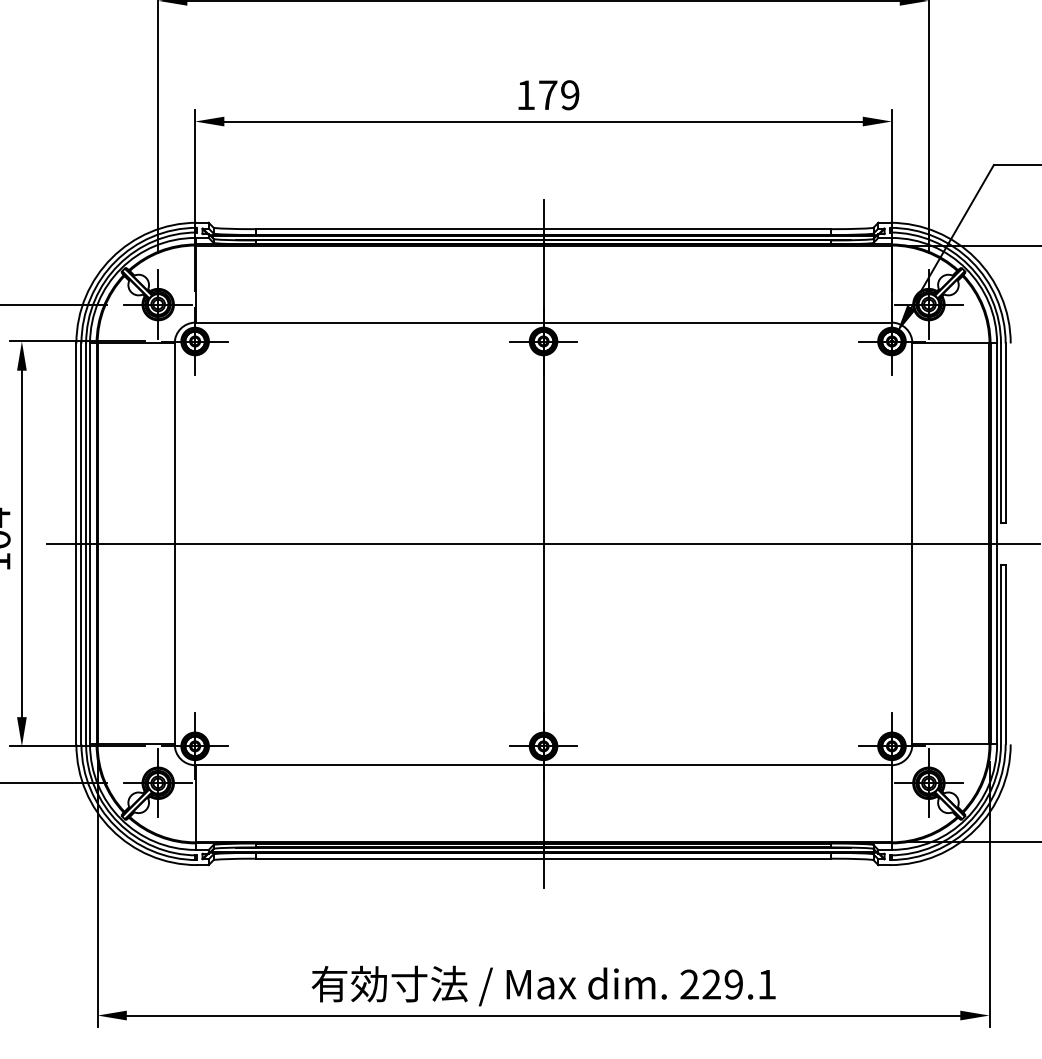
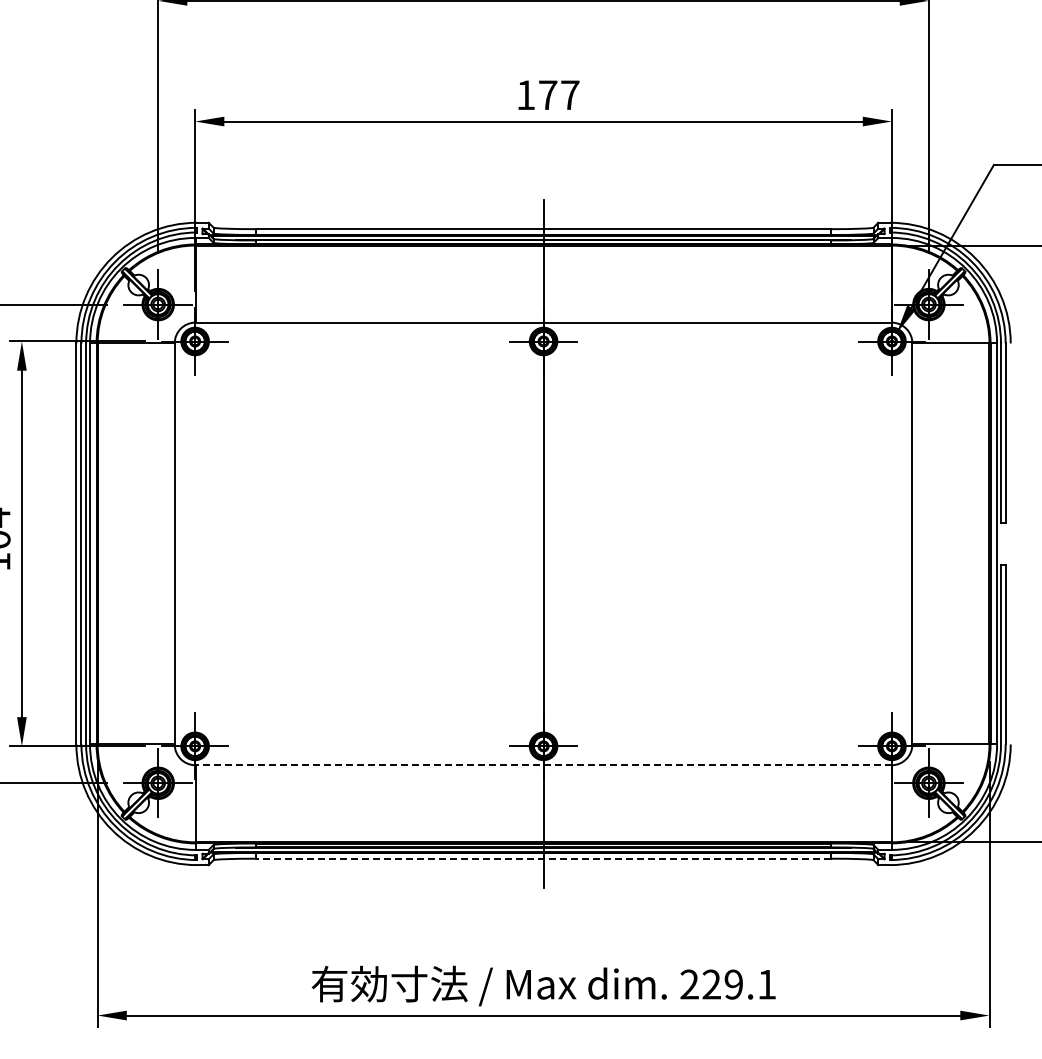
text at (570, 95): 179 -> 177
line at (542, 543): present -> none
line at (543, 765): solid -> dashed
line at (543, 858): solid -> dashed
